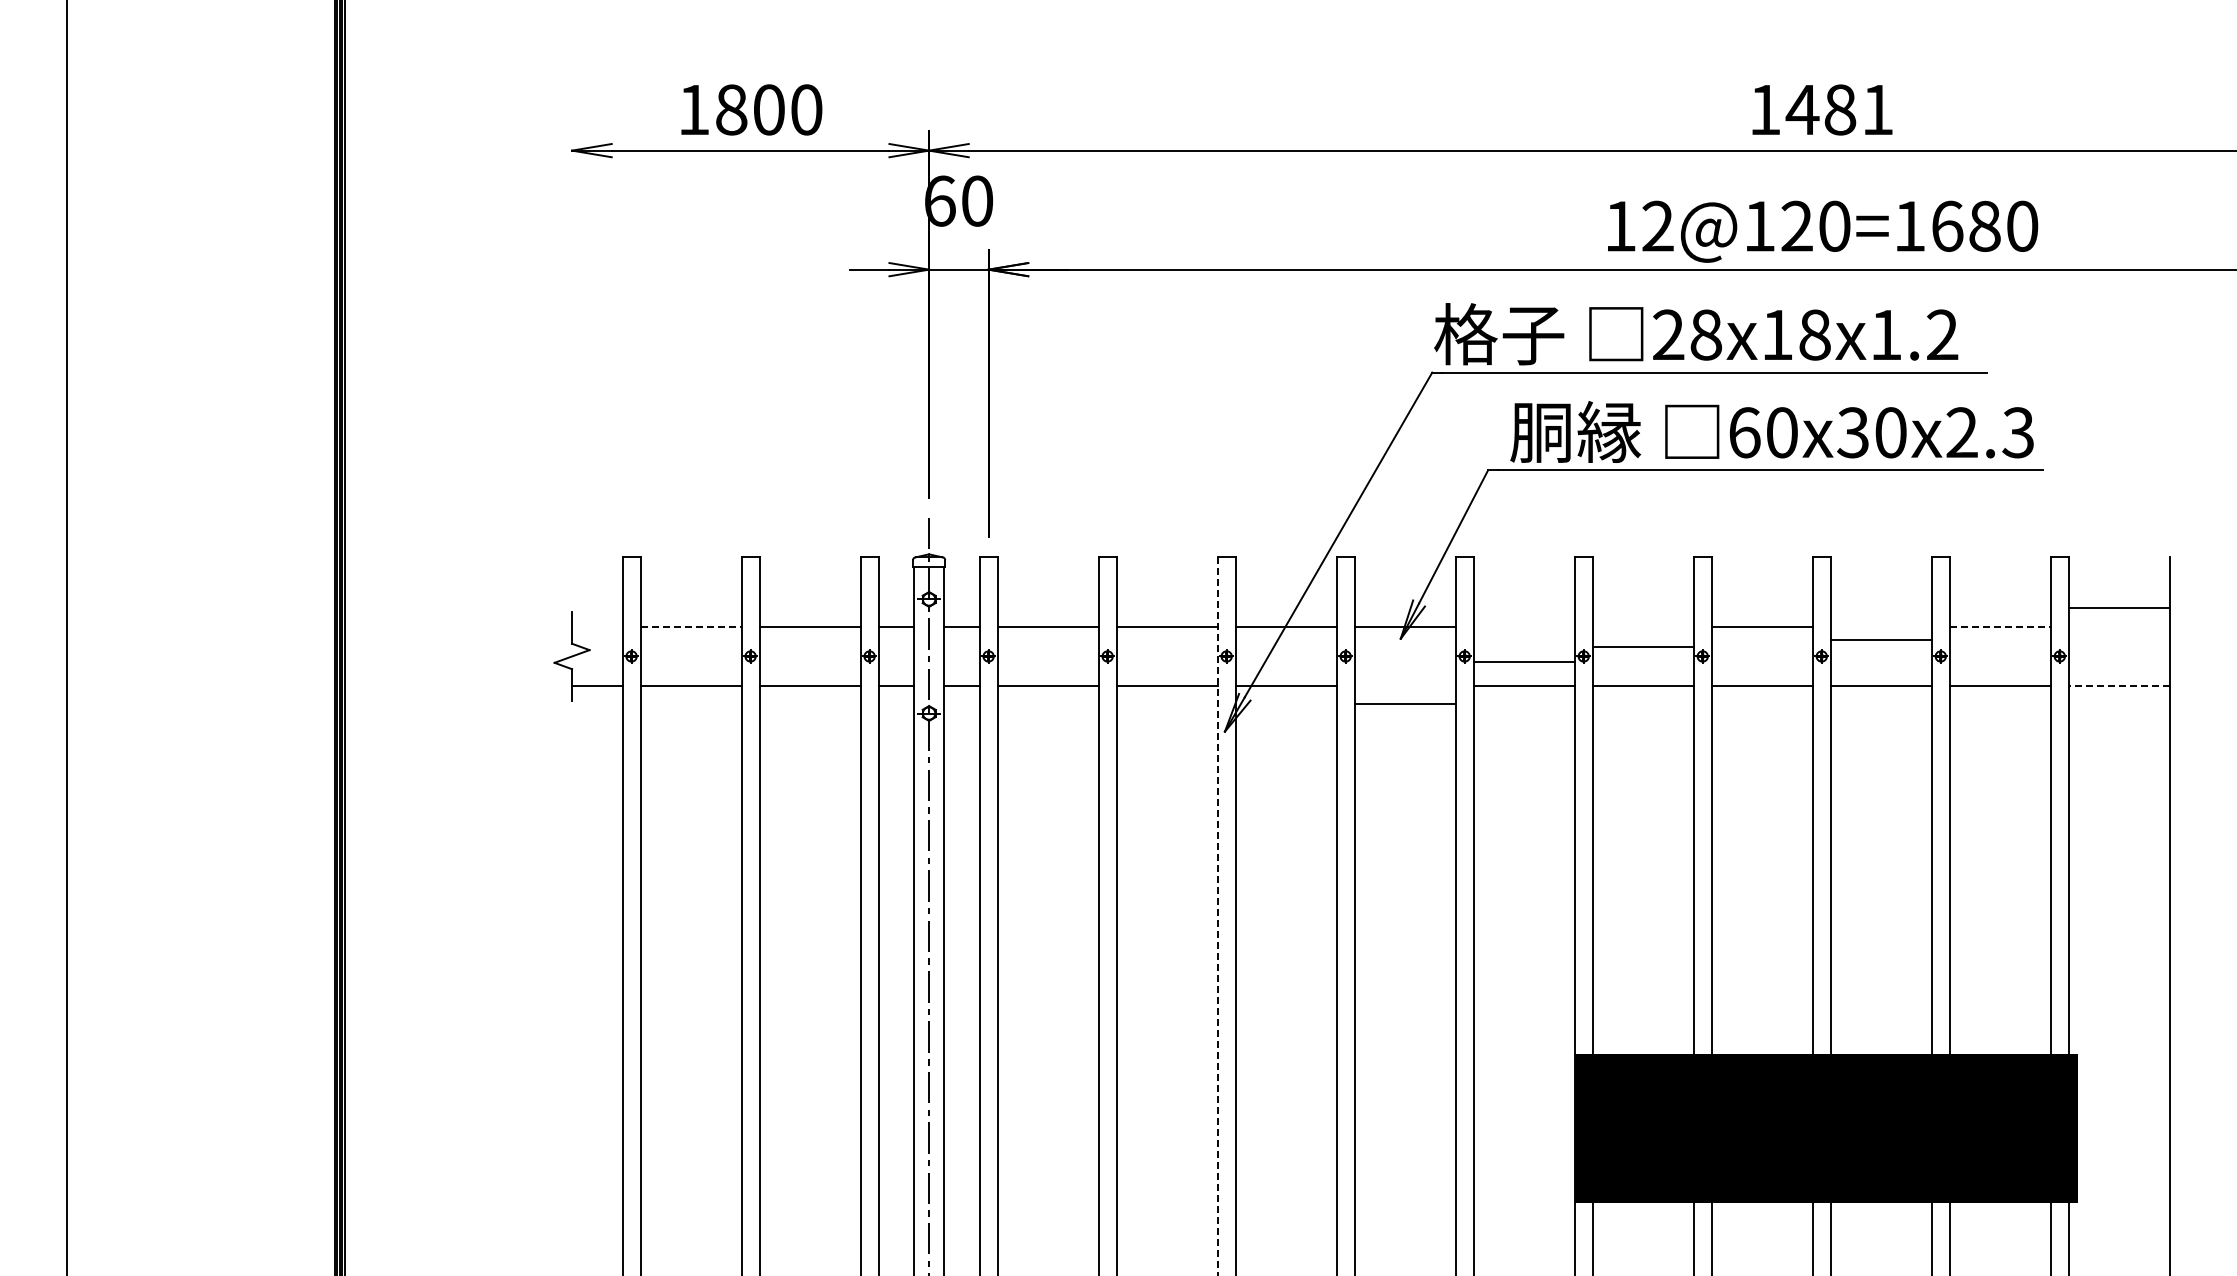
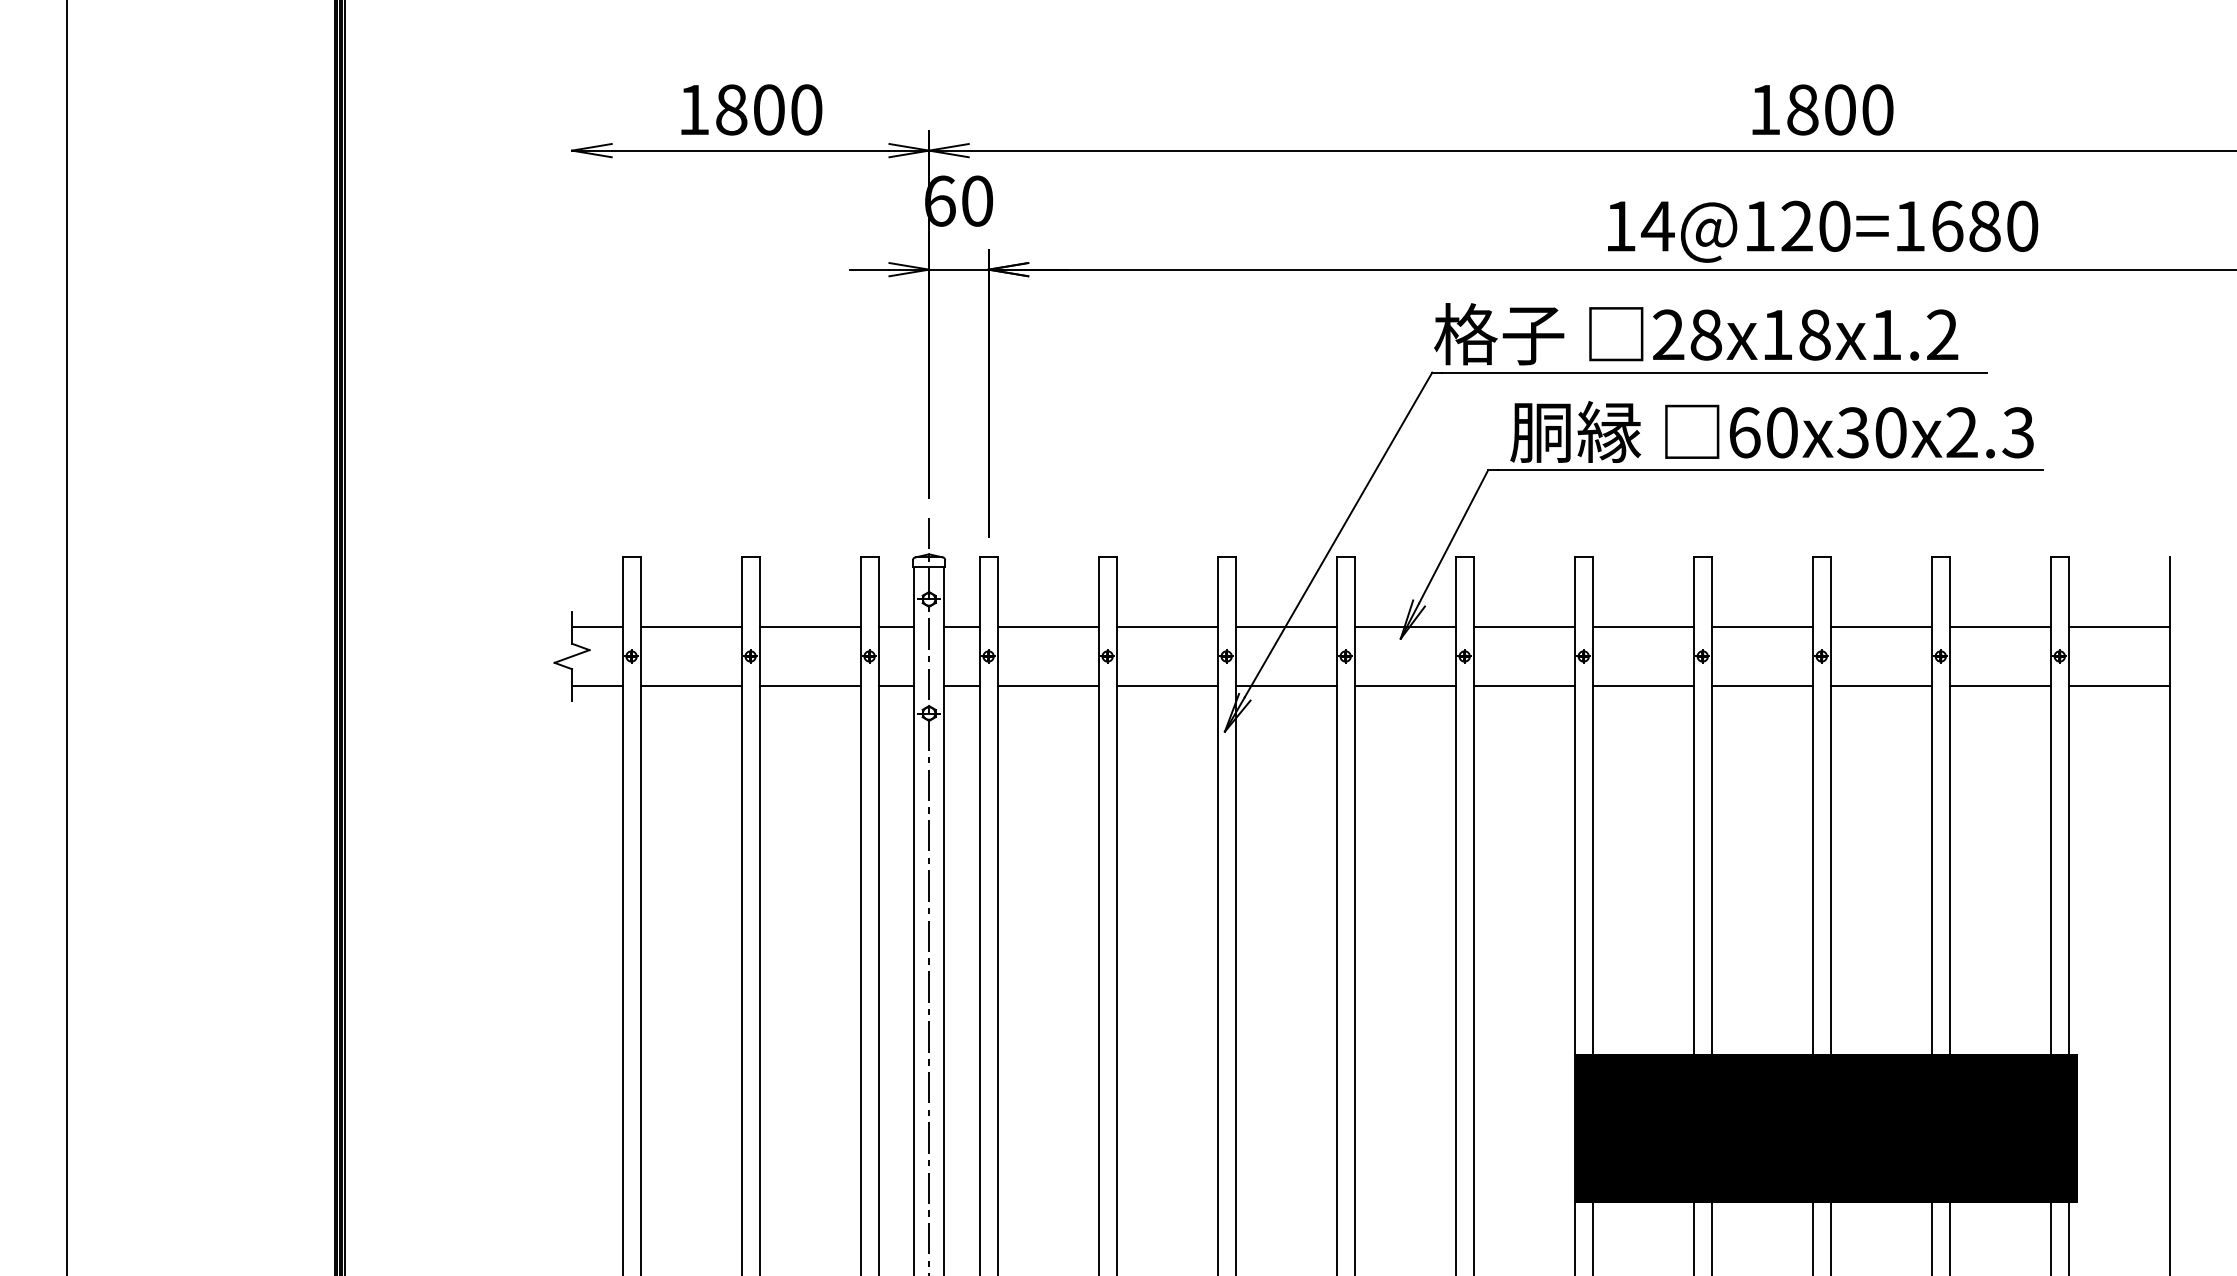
text at (1839, 109): 1481 -> 1800
text at (1657, 225): 12@120=1680 -> 14@120=1680
line at (2118, 607) position: (2118, 607) -> (2118, 626)
line at (597, 626): none -> present
line at (691, 626): dashed -> solid
line at (2000, 626): dashed -> solid
line at (1880, 639) position: (1880, 639) -> (1880, 626)
line at (1642, 646) position: (1642, 646) -> (1642, 626)
line at (1523, 661) position: (1523, 661) -> (1523, 626)
line at (2119, 686): dashed -> solid
line at (1404, 704) position: (1404, 704) -> (1404, 686)
line at (1217, 916): dashed -> solid
